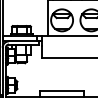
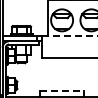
line at (69, 36): solid -> dashed
line at (62, 91): solid -> dashed
